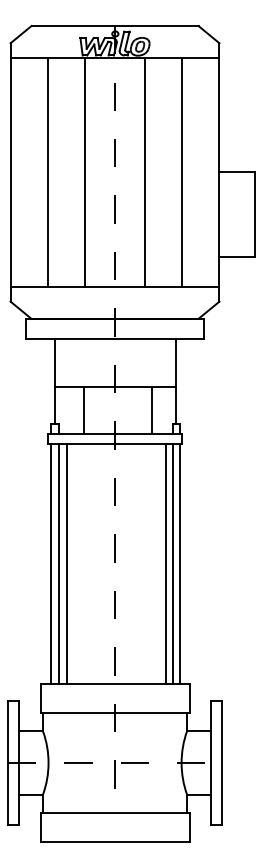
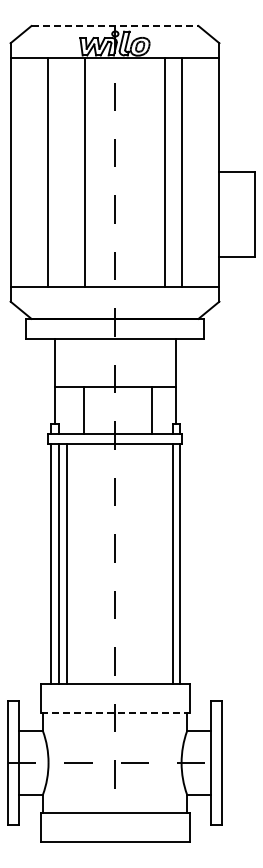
line at (115, 26): solid -> dashed
line at (144, 172) position: (144, 172) -> (164, 172)
line at (166, 563): present -> none
line at (115, 712): solid -> dashed
